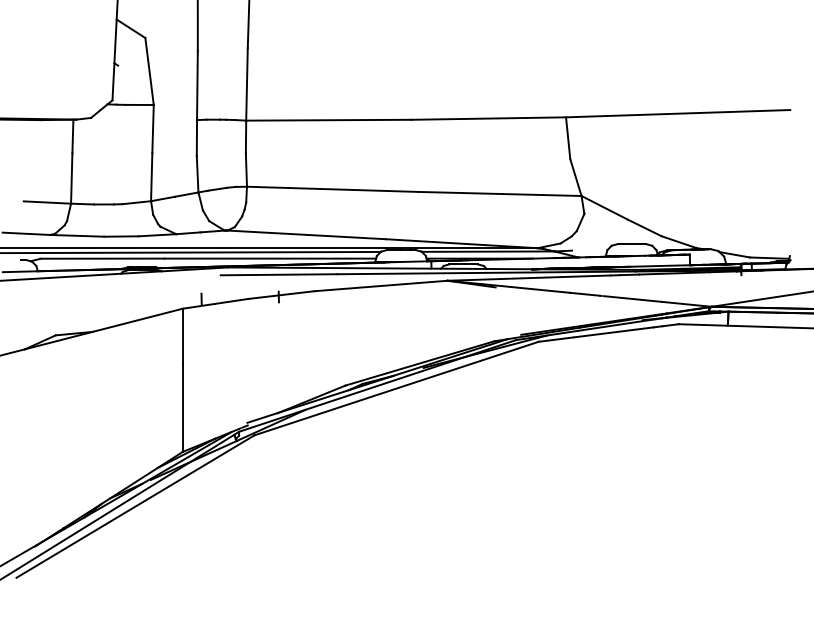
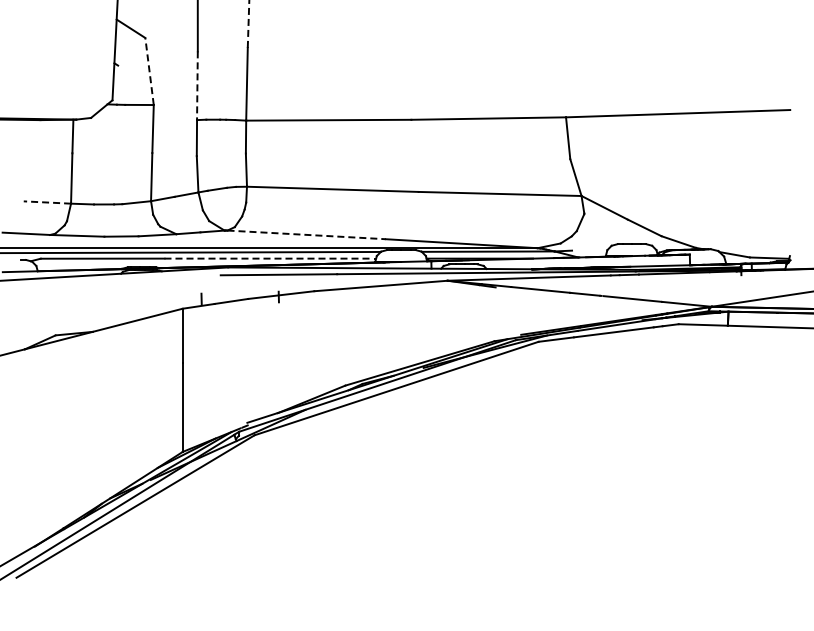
line at (248, 24): solid -> dashed
line at (149, 71): solid -> dashed
line at (197, 86): solid -> dashed
line at (47, 202): solid -> dashed
line at (307, 234): solid -> dashed
line at (270, 258): solid -> dashed
